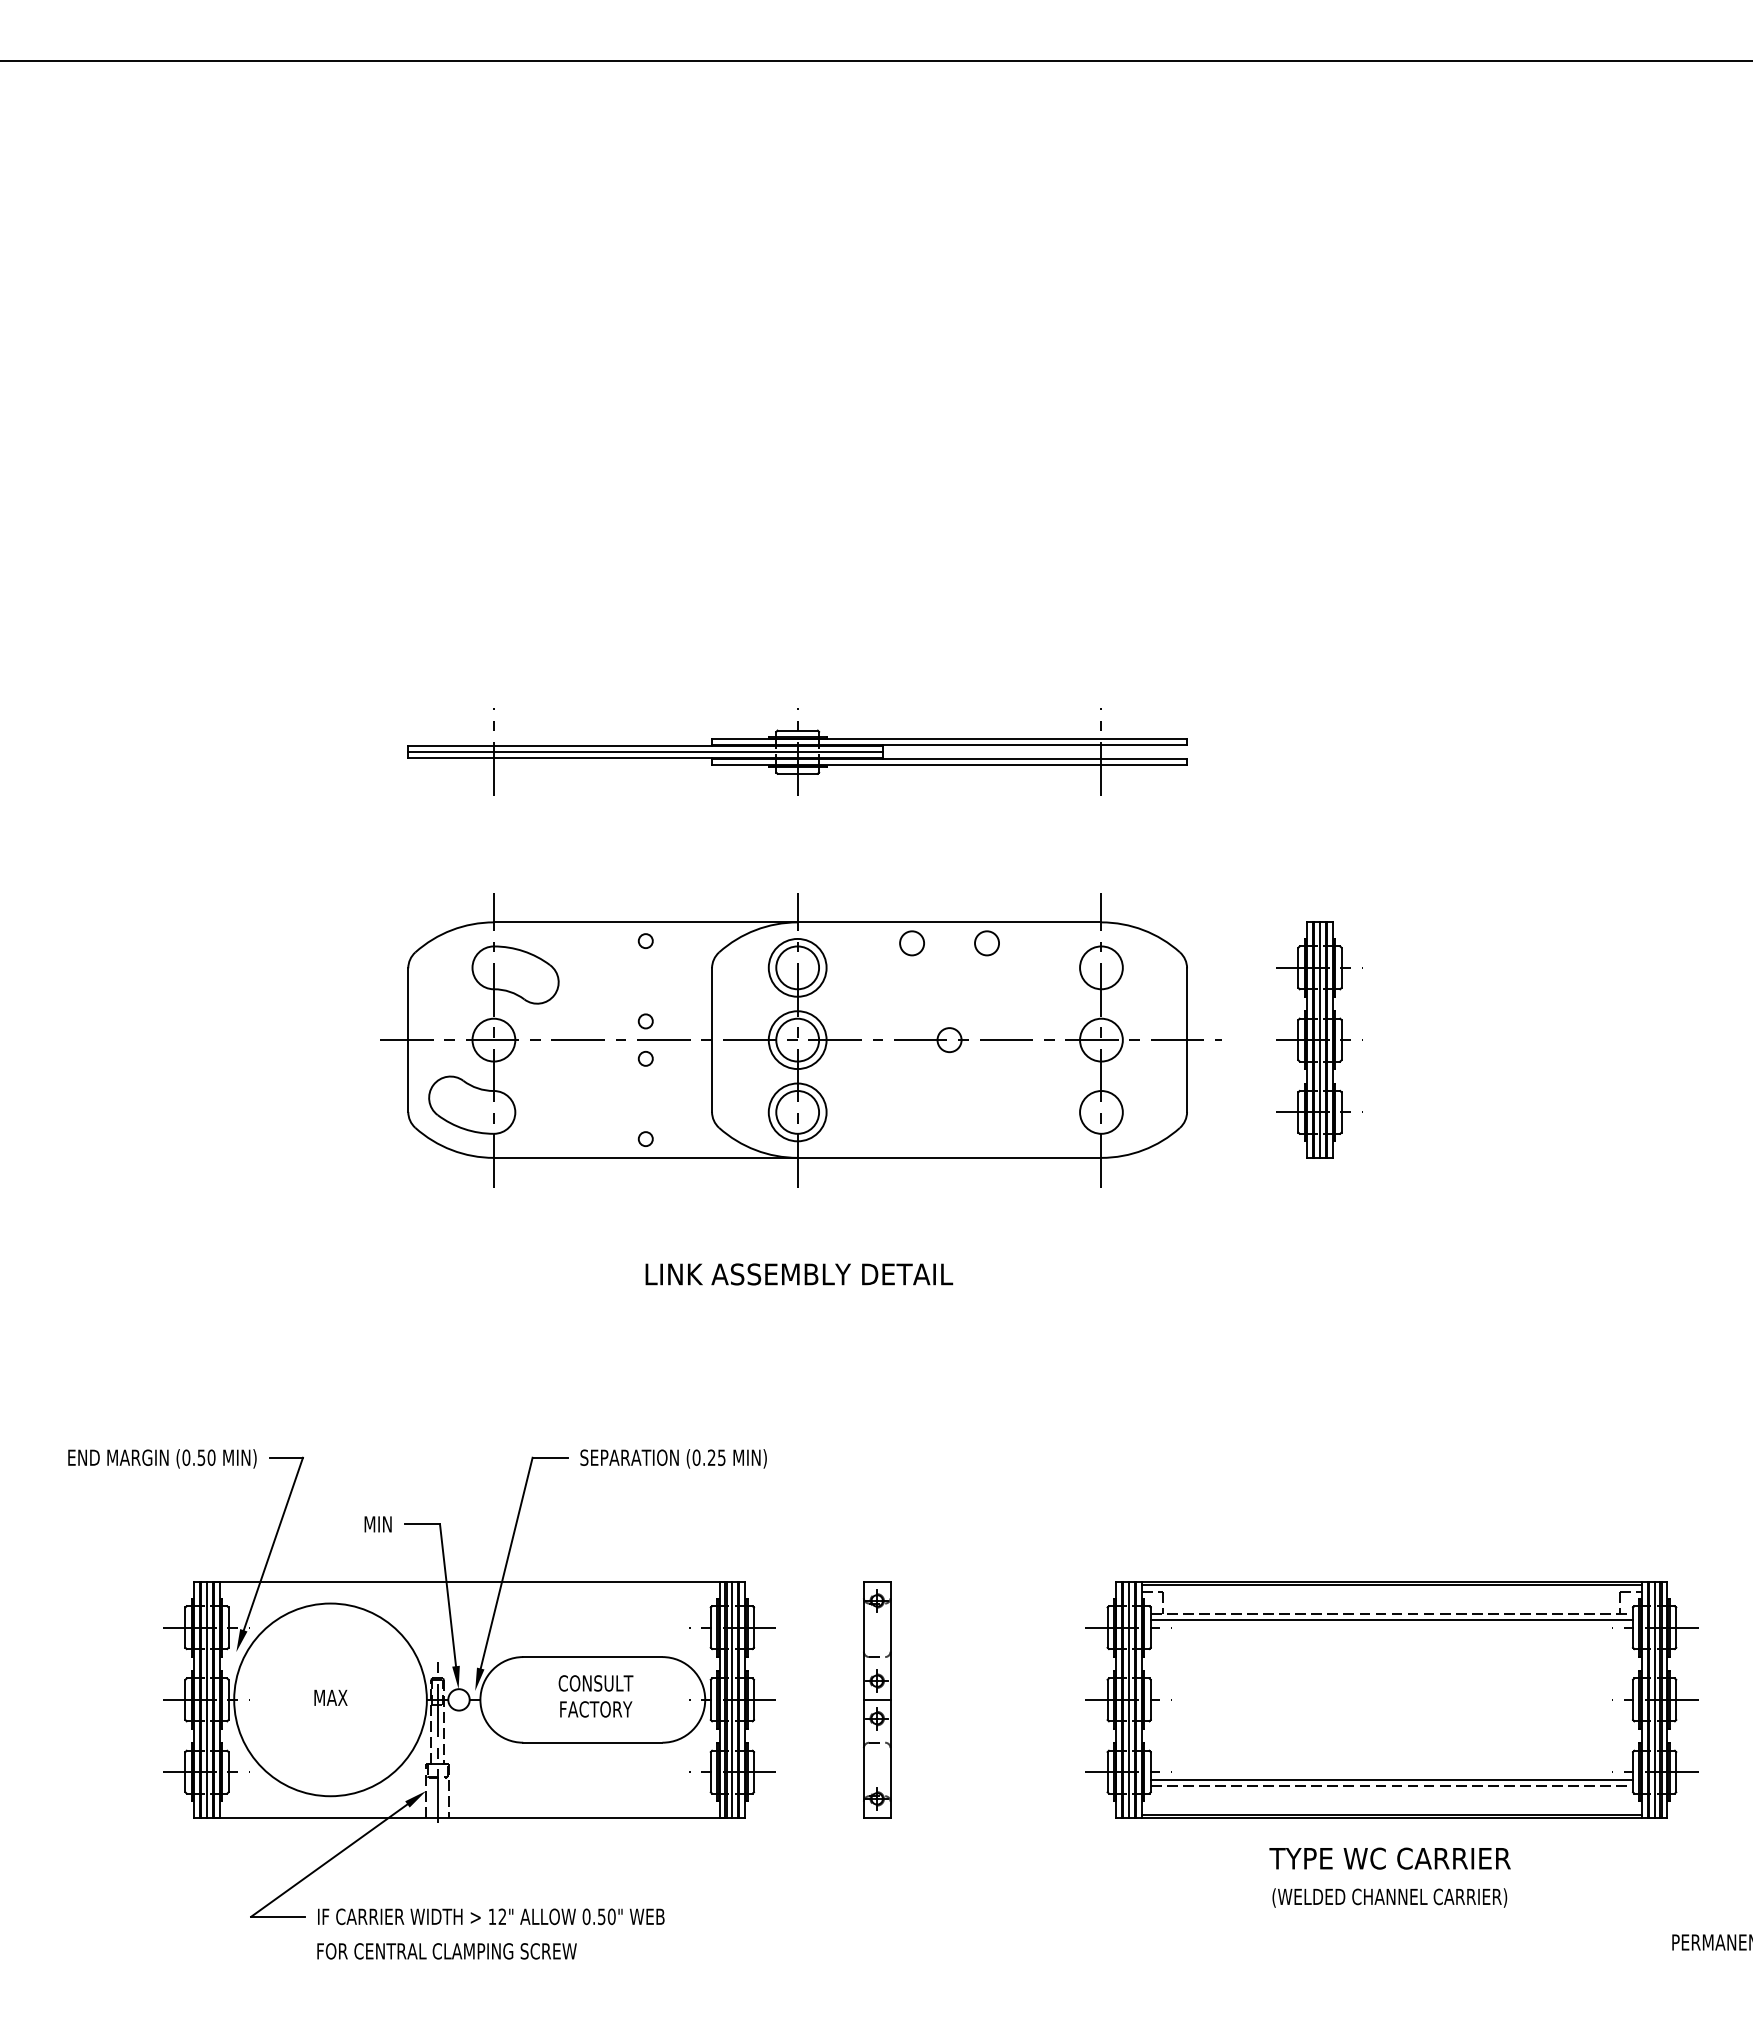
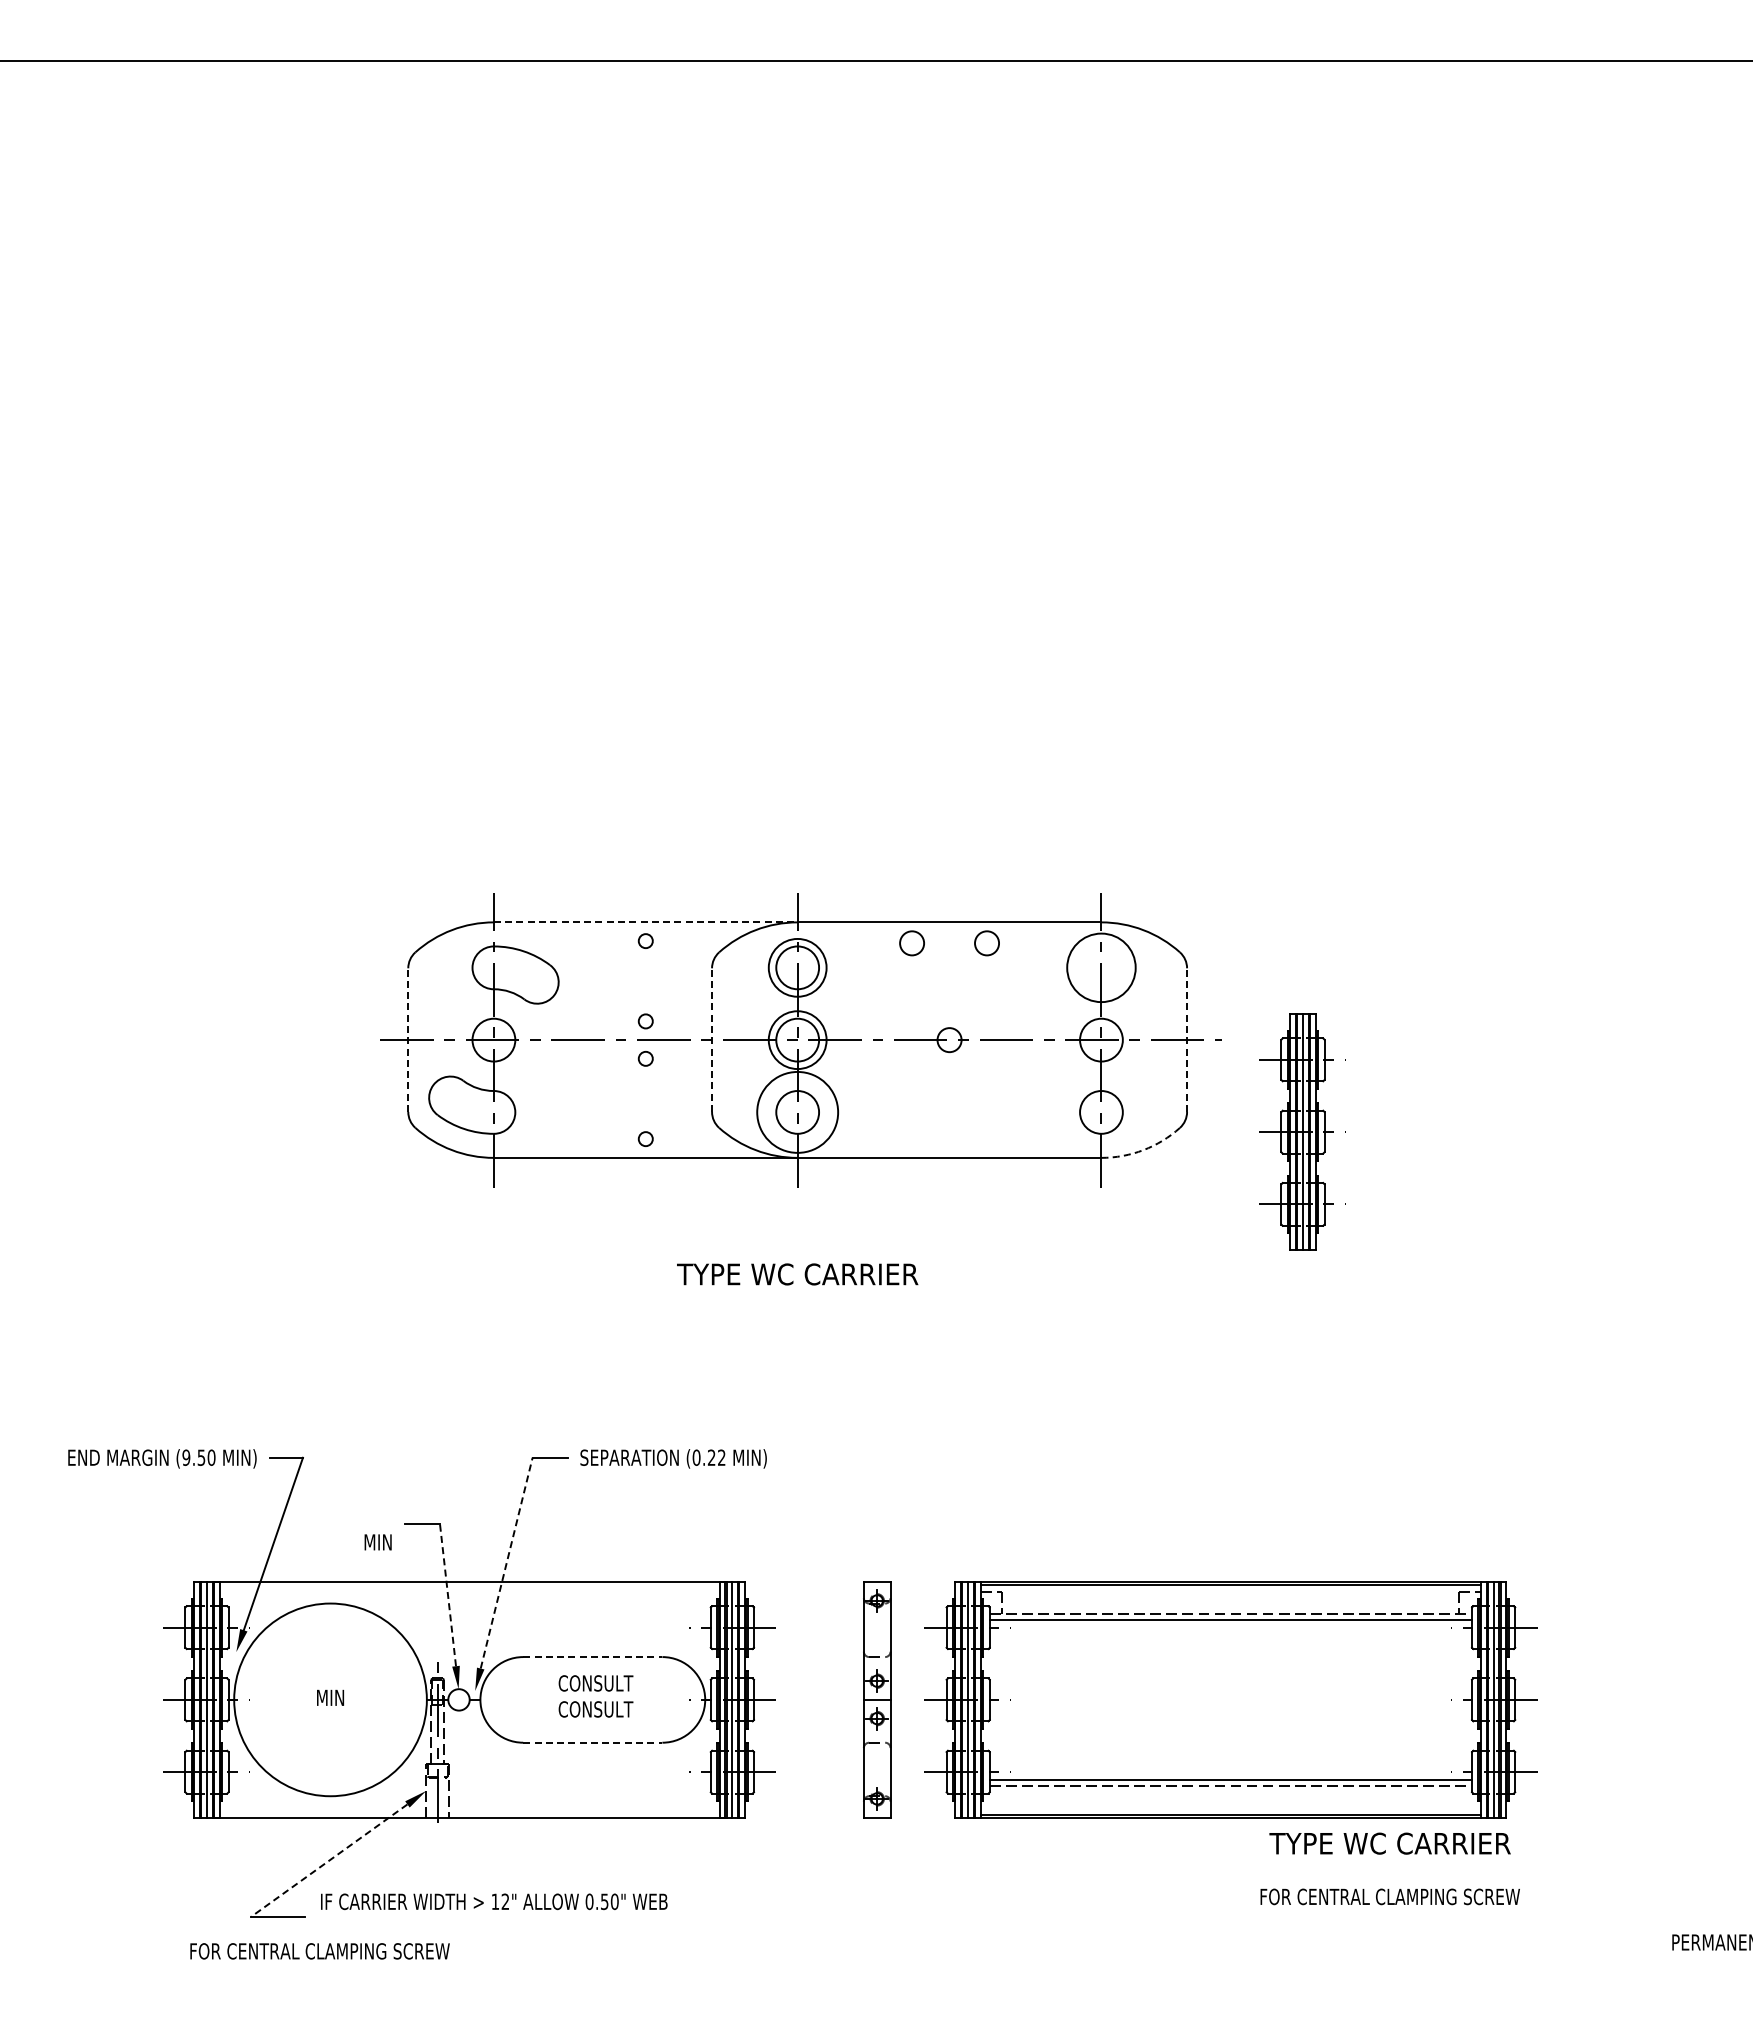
part at (797, 751): present -> none
line at (645, 922): solid -> dashed
circle at (1101, 967) diameter: 43 px -> 69 px
part at (1319, 1039) position: (1319, 1039) -> (1302, 1131)
line at (408, 1040): solid -> dashed
line at (712, 1040): solid -> dashed
line at (1187, 1040): solid -> dashed
circle at (797, 1112) diameter: 58 px -> 81 px
arc at (1143, 1150): solid -> dashed
text at (799, 1274): LINK ASSEMBLY DETAIL -> TYPE WC CARRIER
text at (186, 1457): (0.50 -> (9.50
text at (721, 1457): (0.25 -> (0.22
text at (377, 1524) position: (377, 1524) -> (377, 1542)
line at (506, 1563): solid -> dashed
line at (447, 1594): solid -> dashed
line at (592, 1657): solid -> dashed
text at (330, 1697): MAX -> MIN
part at (1391, 1699) position: (1391, 1699) -> (1230, 1699)
text at (595, 1709): FACTORY -> CONSULT
line at (592, 1742): solid -> dashed
text at (1389, 1858) position: (1389, 1858) -> (1389, 1843)
line at (328, 1860): solid -> dashed
text at (1389, 1897): (WELDED CHANNEL CARRIER) -> FOR CENTRAL CLAMPING SCREW
text at (491, 1916) position: (491, 1916) -> (494, 1901)
text at (446, 1951) position: (446, 1951) -> (319, 1951)
